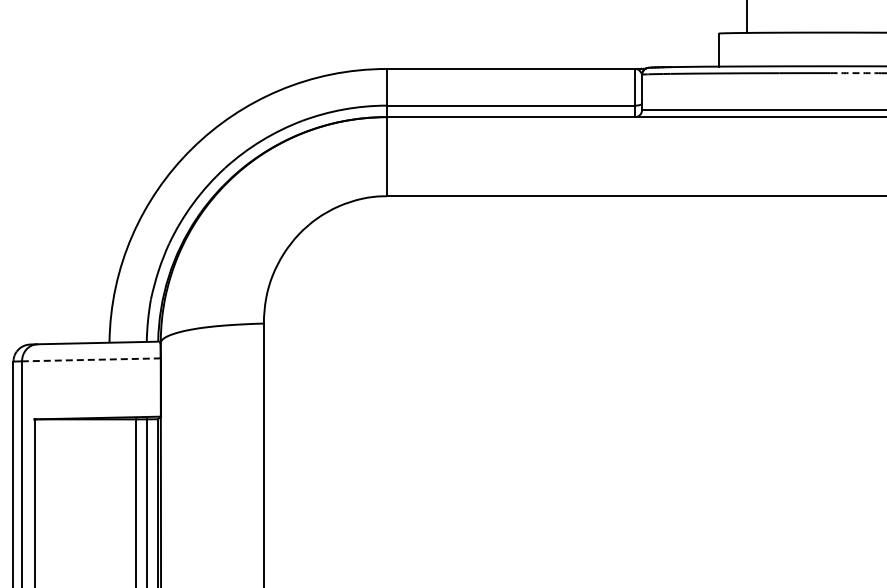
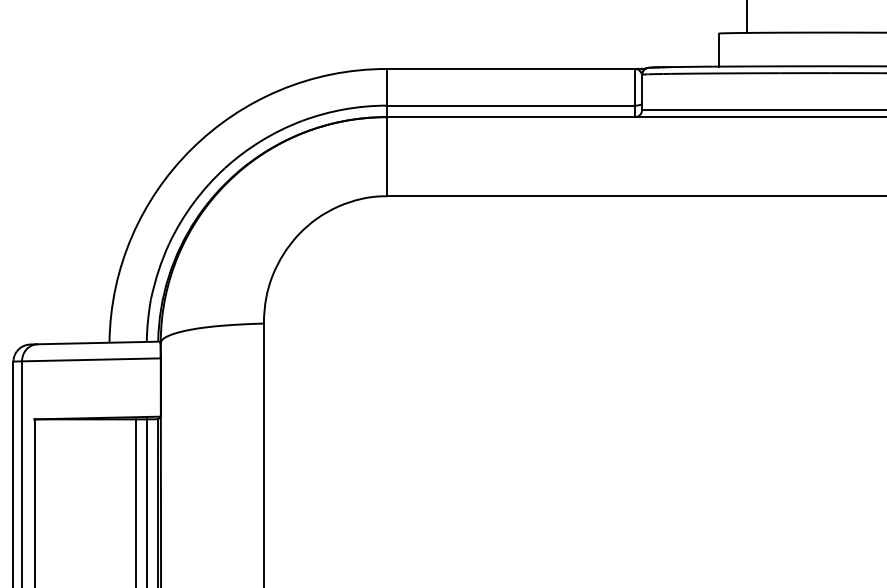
arc at (856, 73): dashed -> solid
line at (90, 359): dashed -> solid
